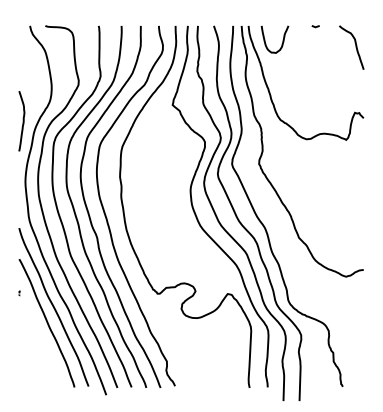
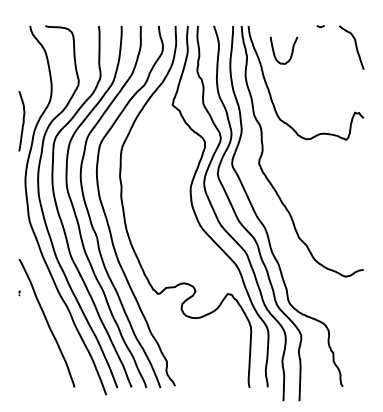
line at (315, 26) position: (315, 26) -> (320, 26)
curve at (282, 39) position: (282, 39) -> (291, 50)
curve at (53, 307): present -> none
